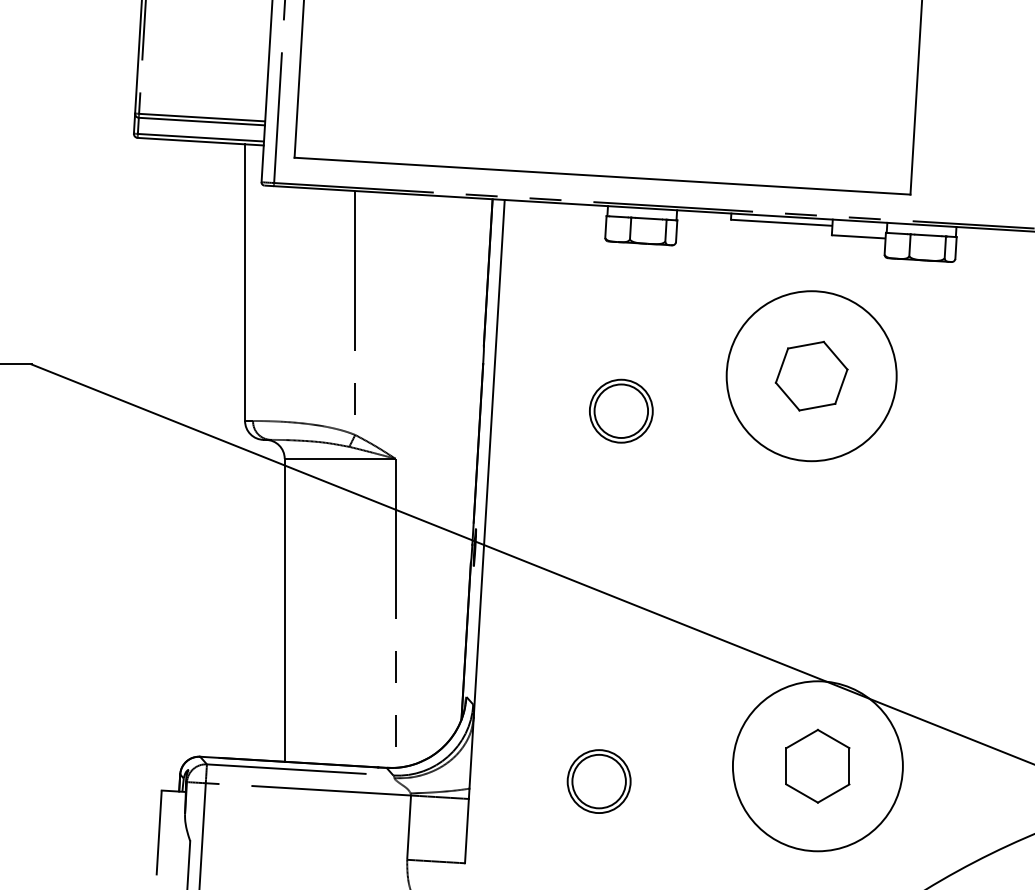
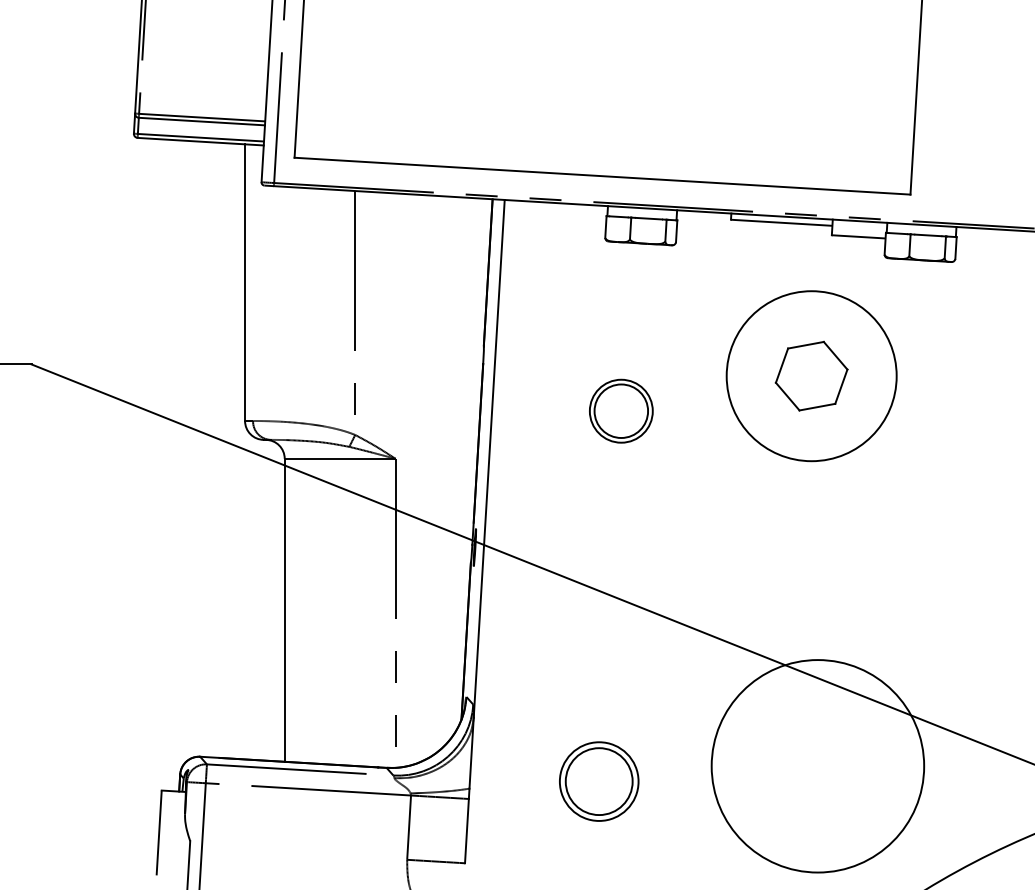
part at (817, 765): present -> none
circle at (817, 766) diameter: 170 px -> 212 px
part at (598, 781) size: 66x65 px -> 81x81 px
